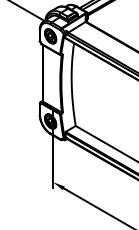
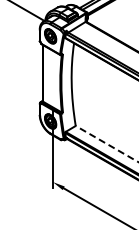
line at (106, 143): solid -> dashed
